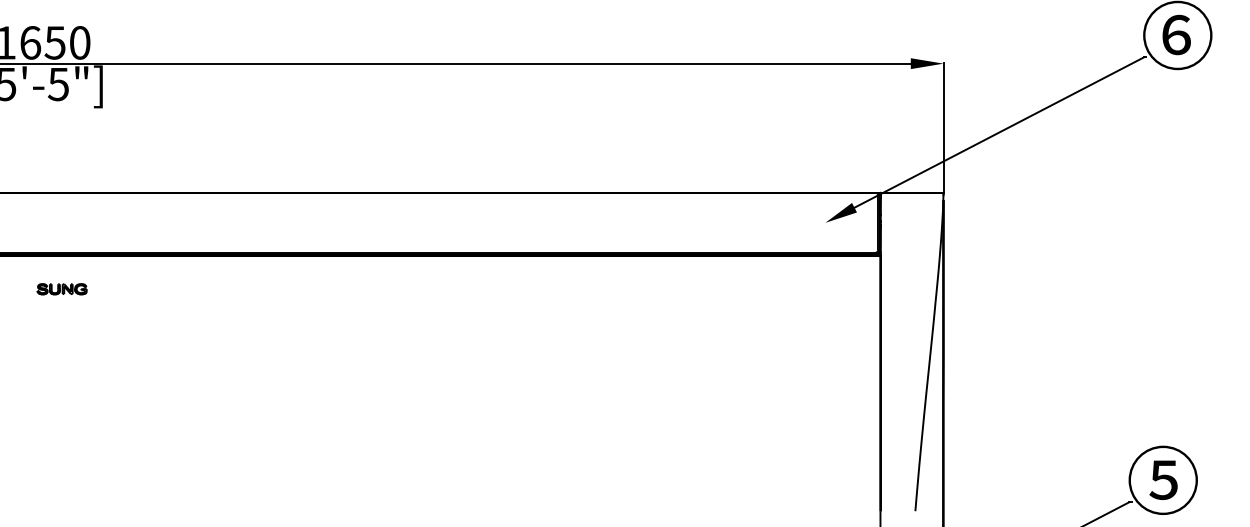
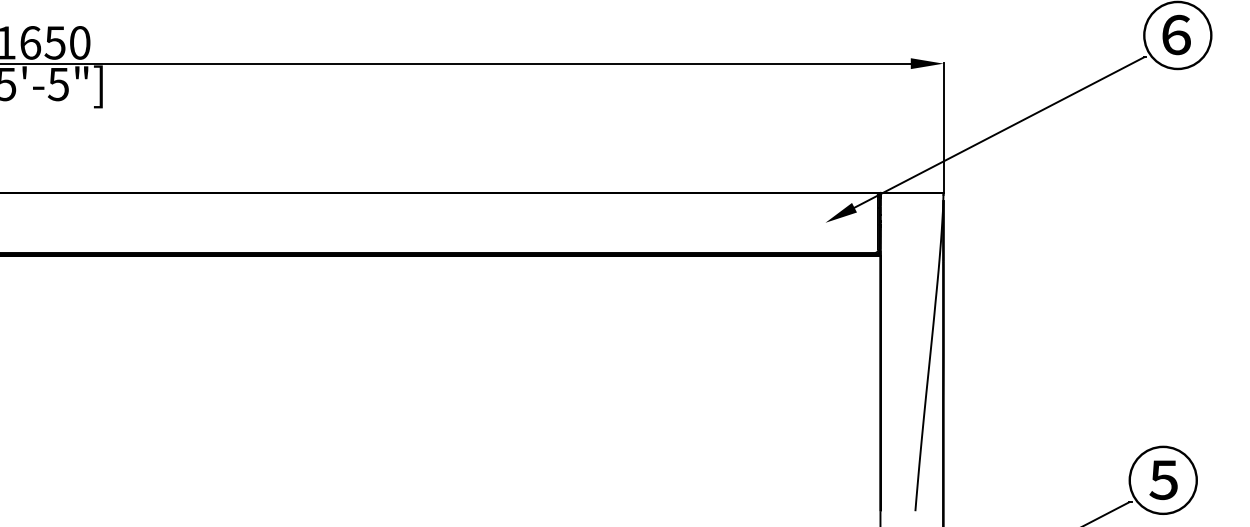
part at (61, 289): present -> none
